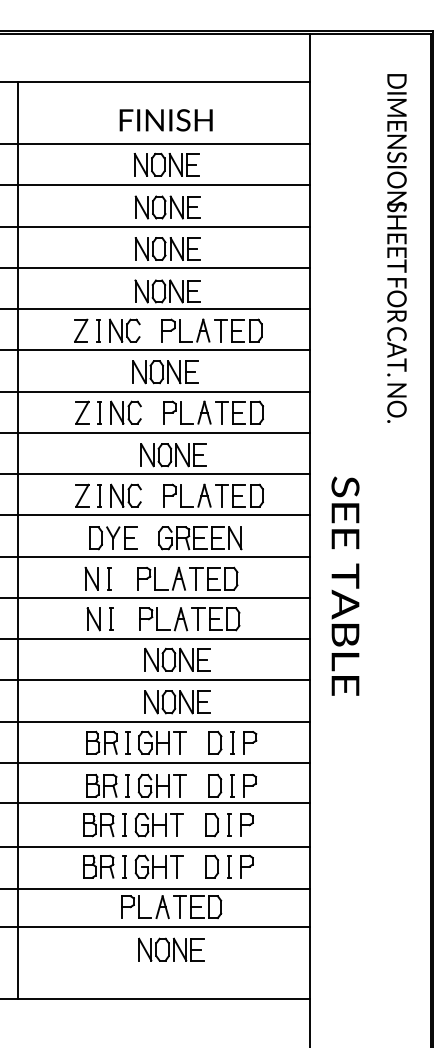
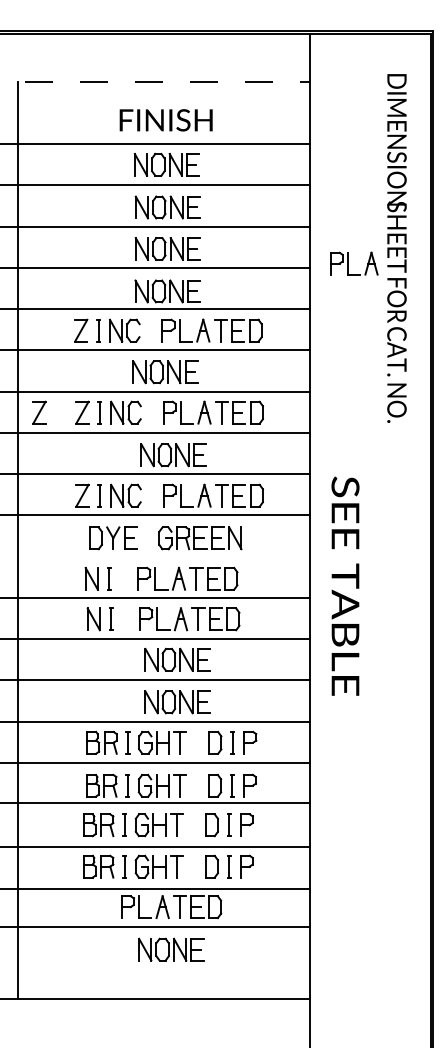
line at (155, 82): solid -> dashed
part at (354, 263): none -> present
part at (39, 412): none -> present
line at (156, 556): present -> none
